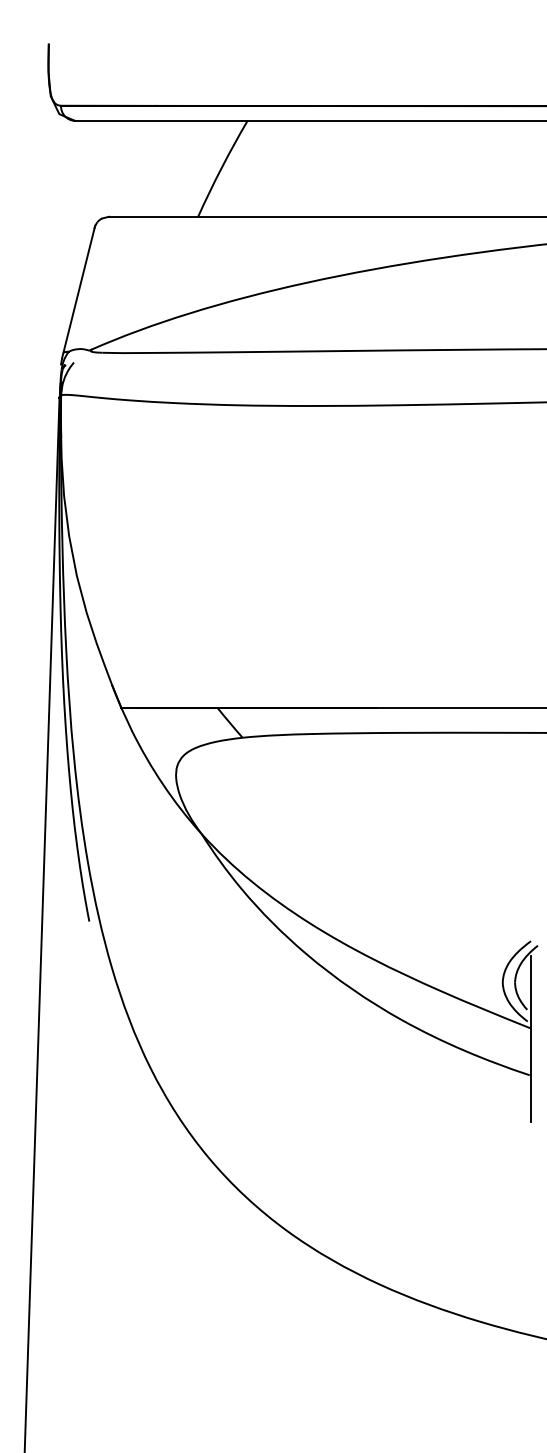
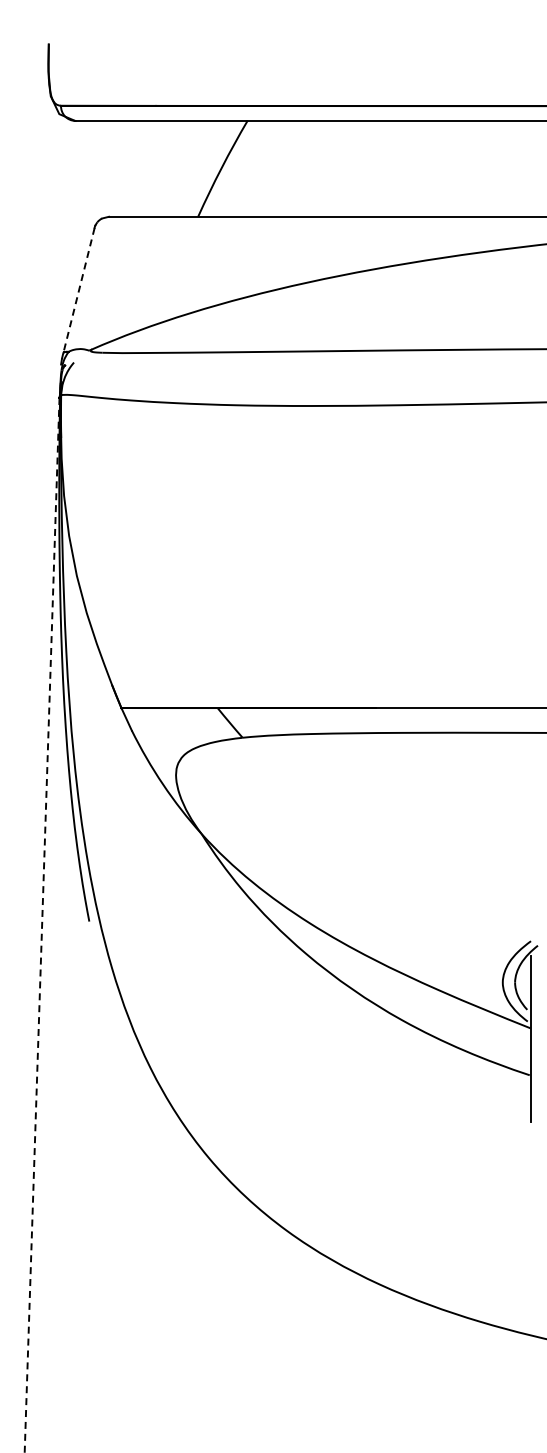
line at (79, 289): solid -> dashed
line at (42, 925): solid -> dashed
